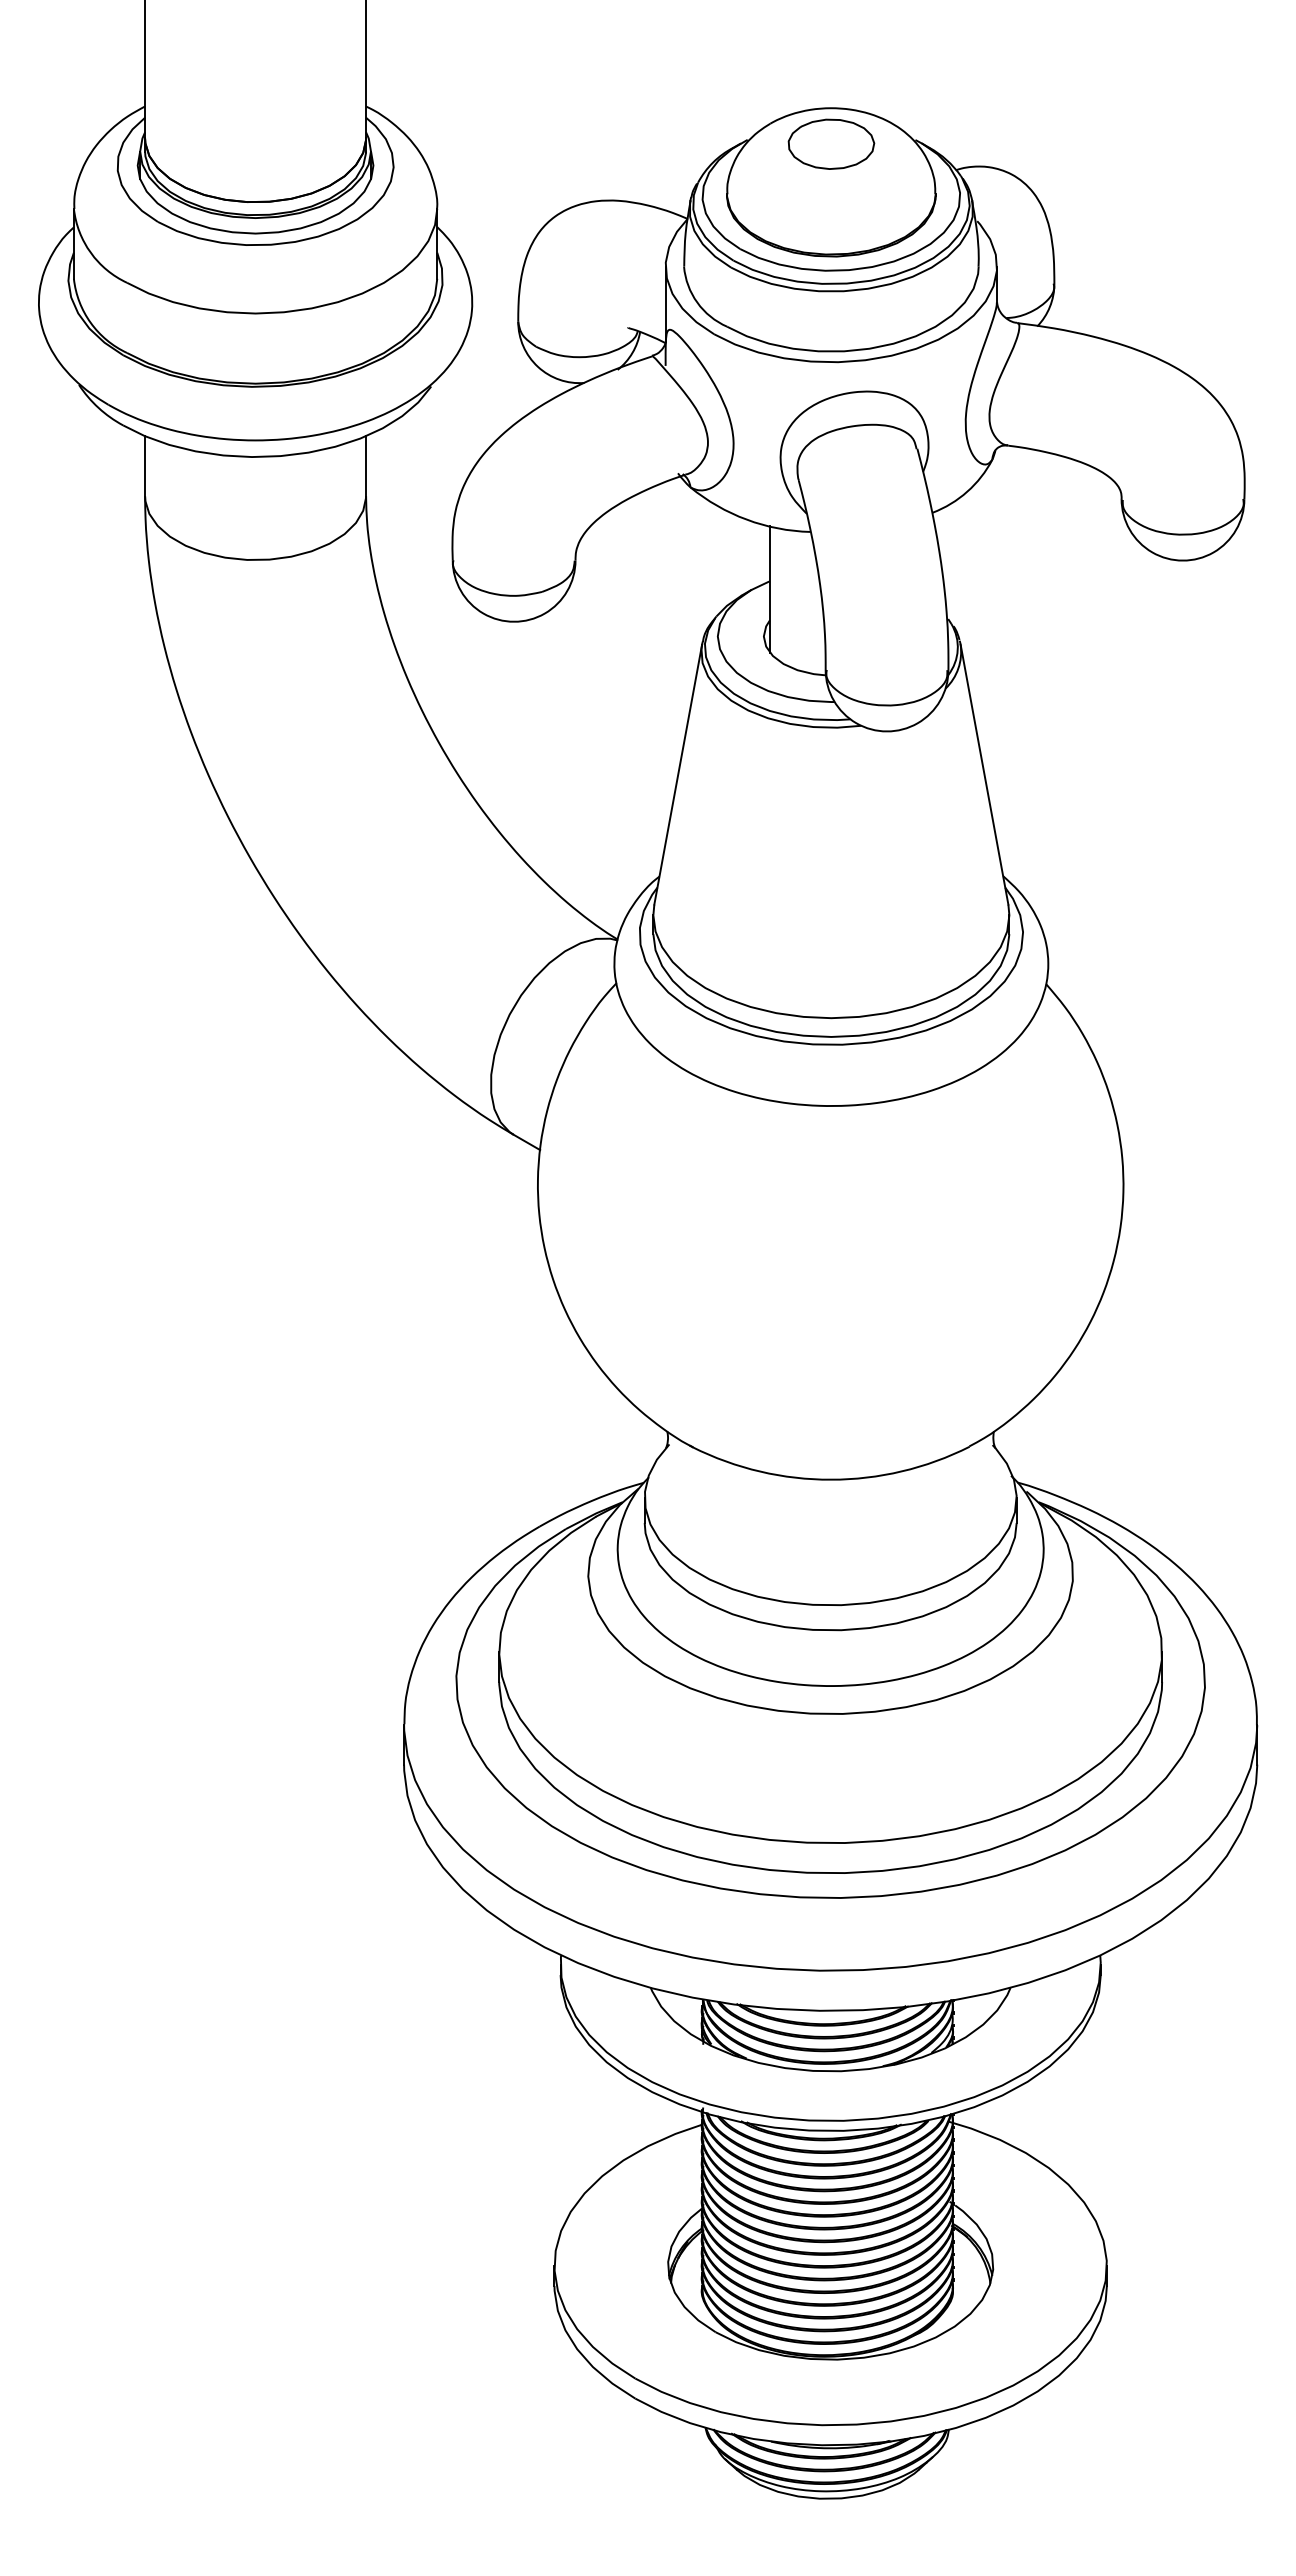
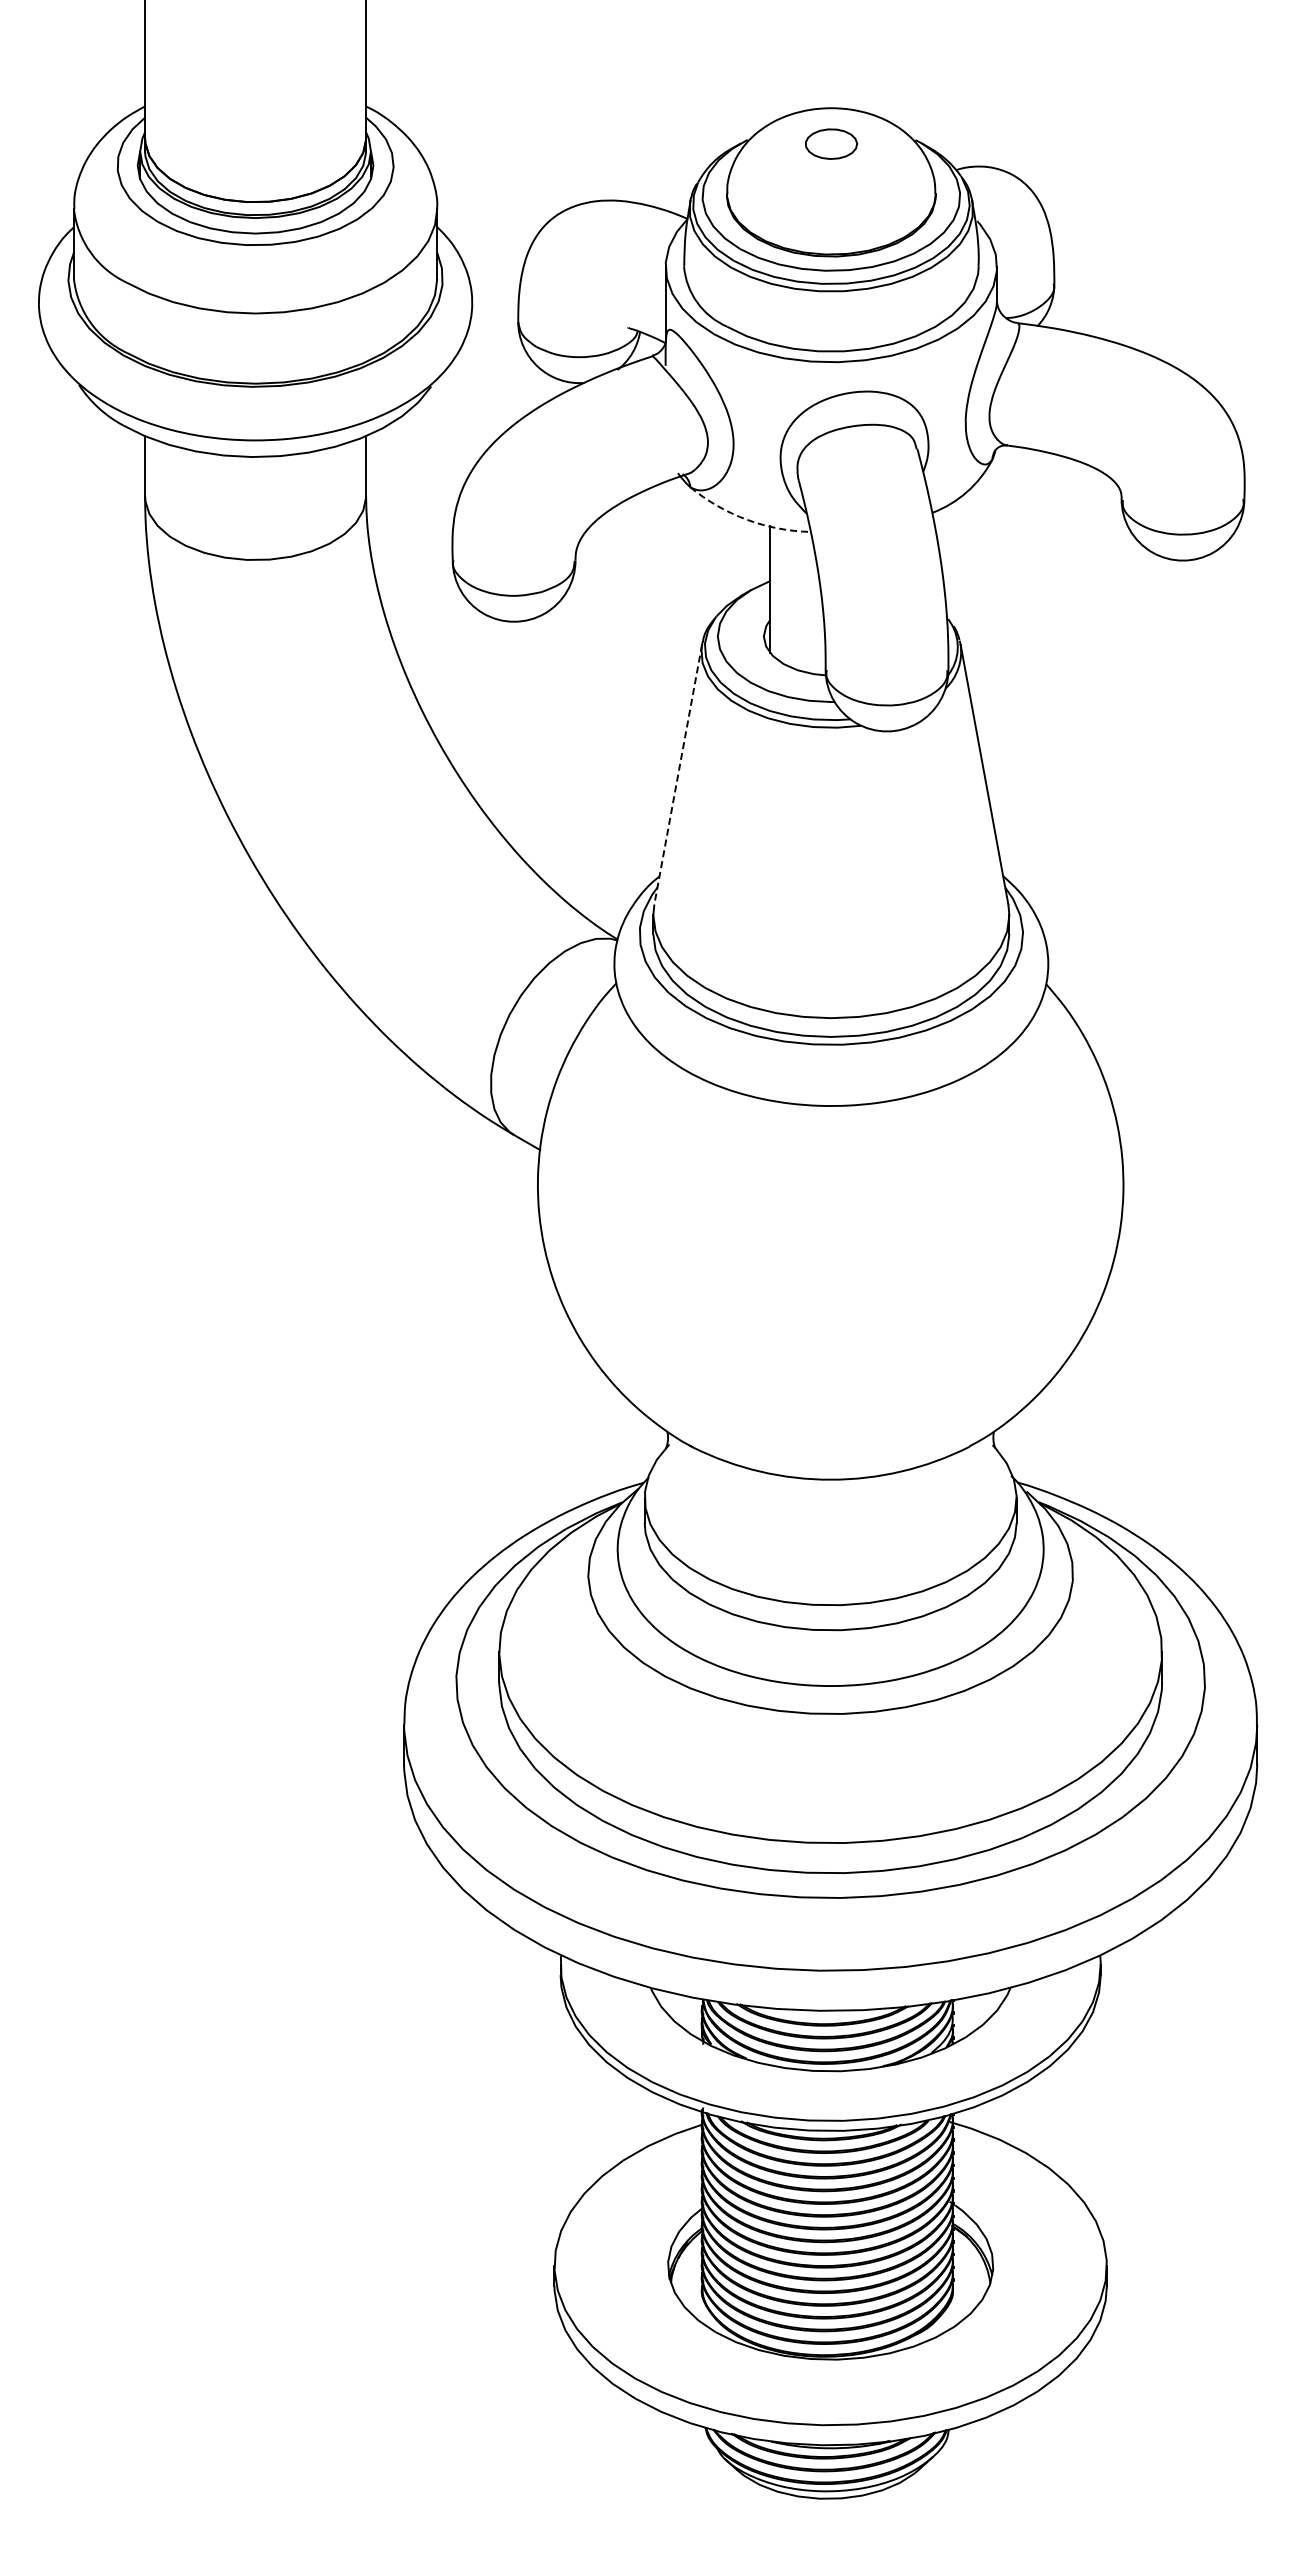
part at (831, 143) size: 89x52 px -> 53x32 px
arc at (746, 519): solid -> dashed
line at (678, 775): solid -> dashed
